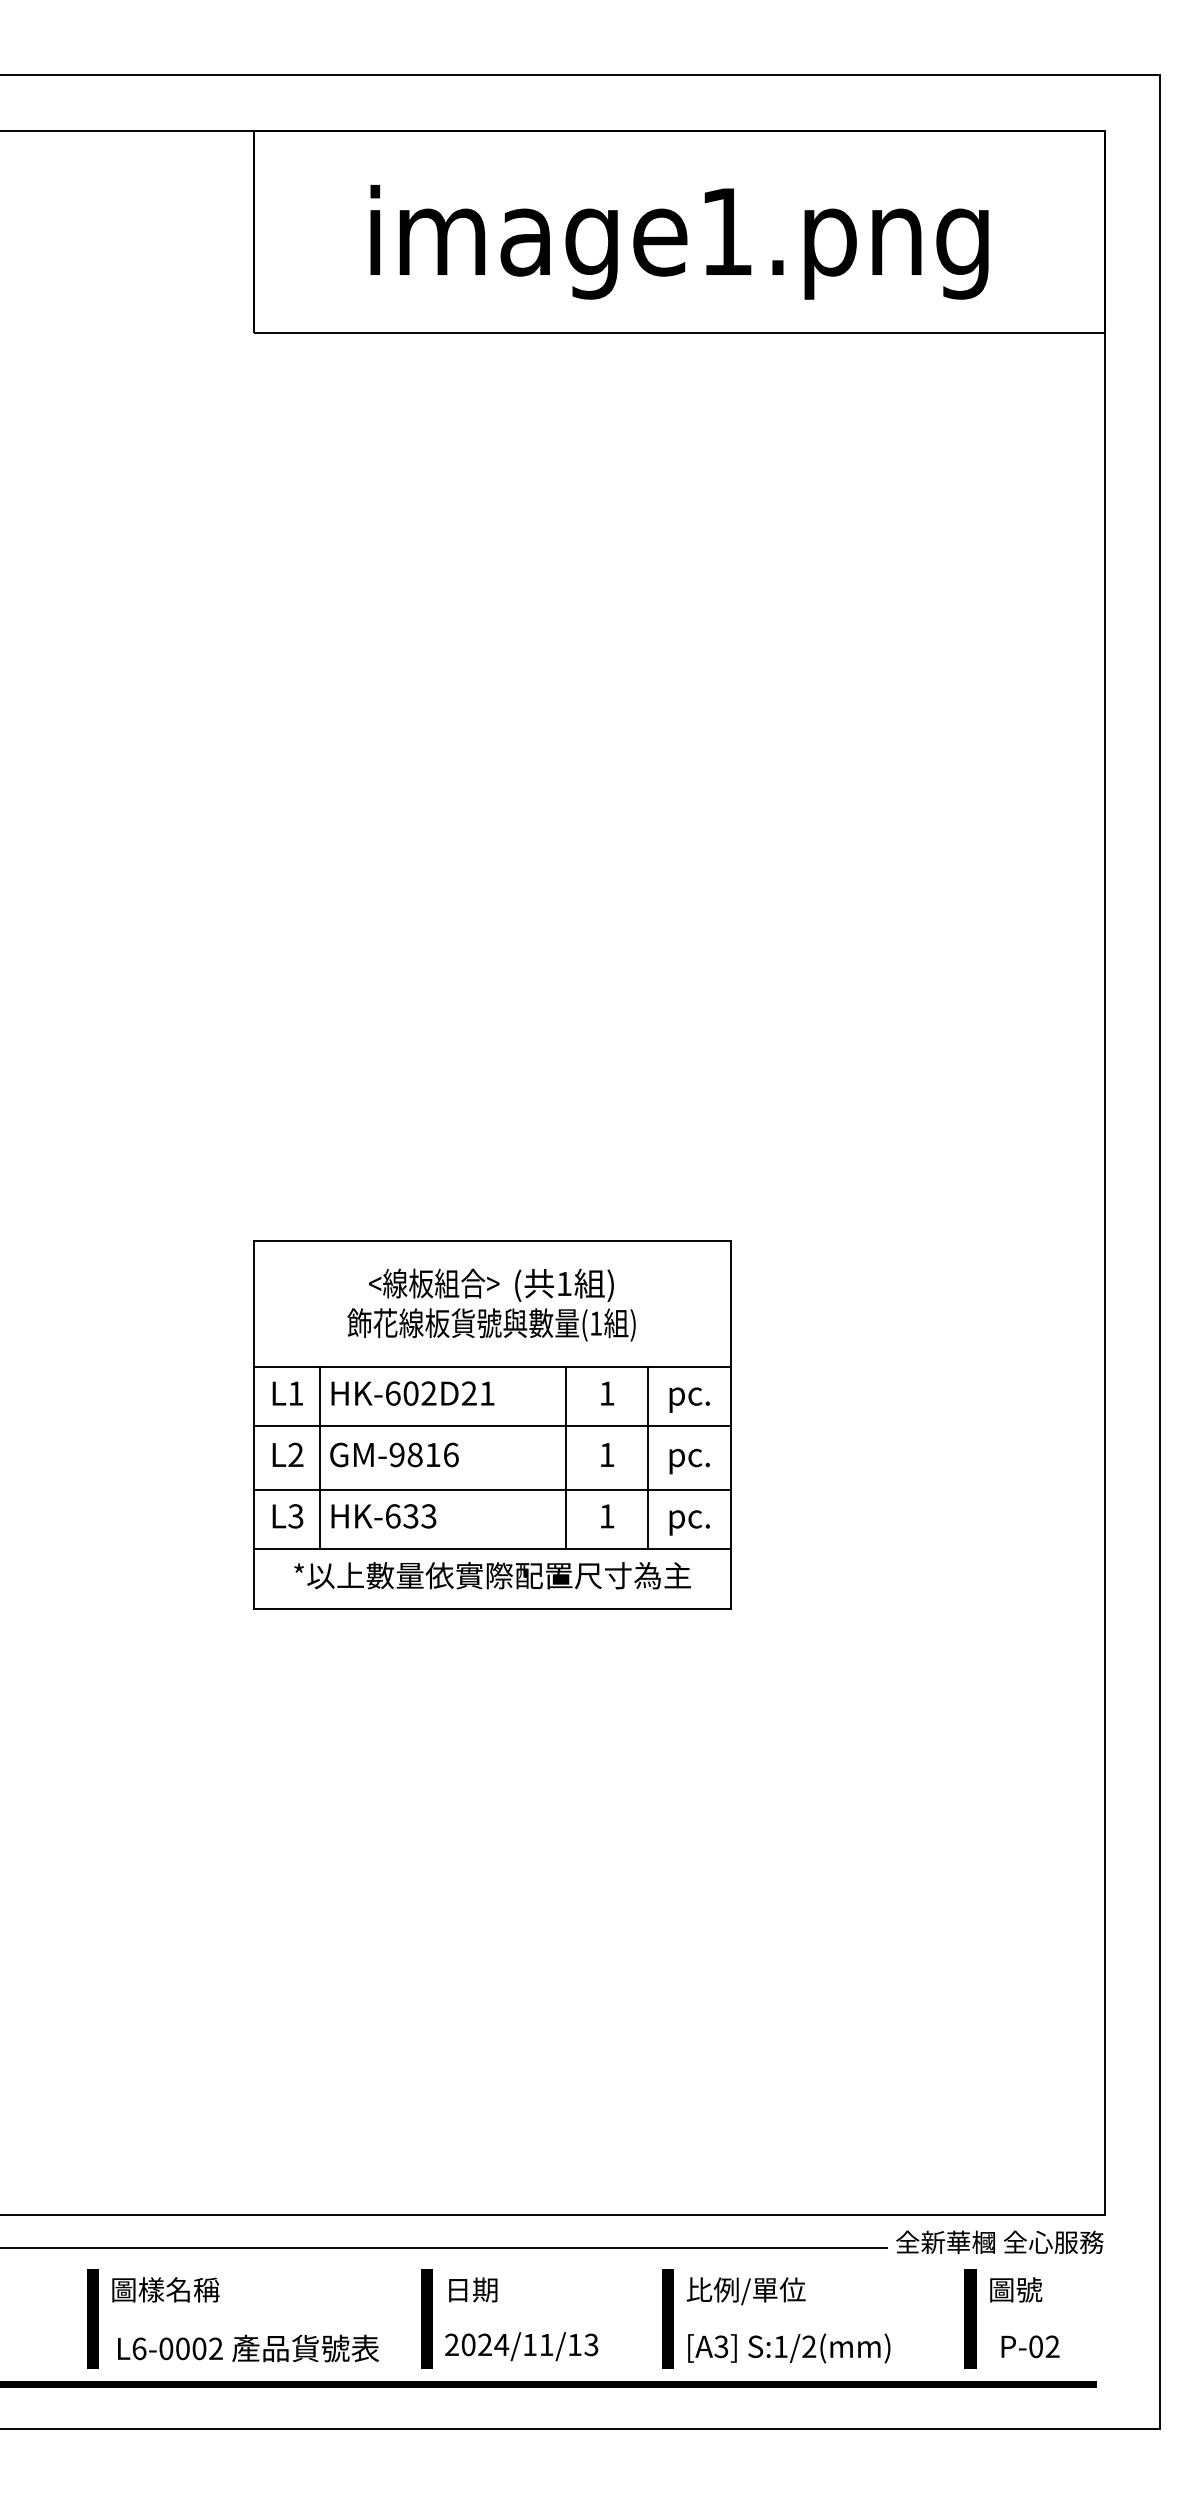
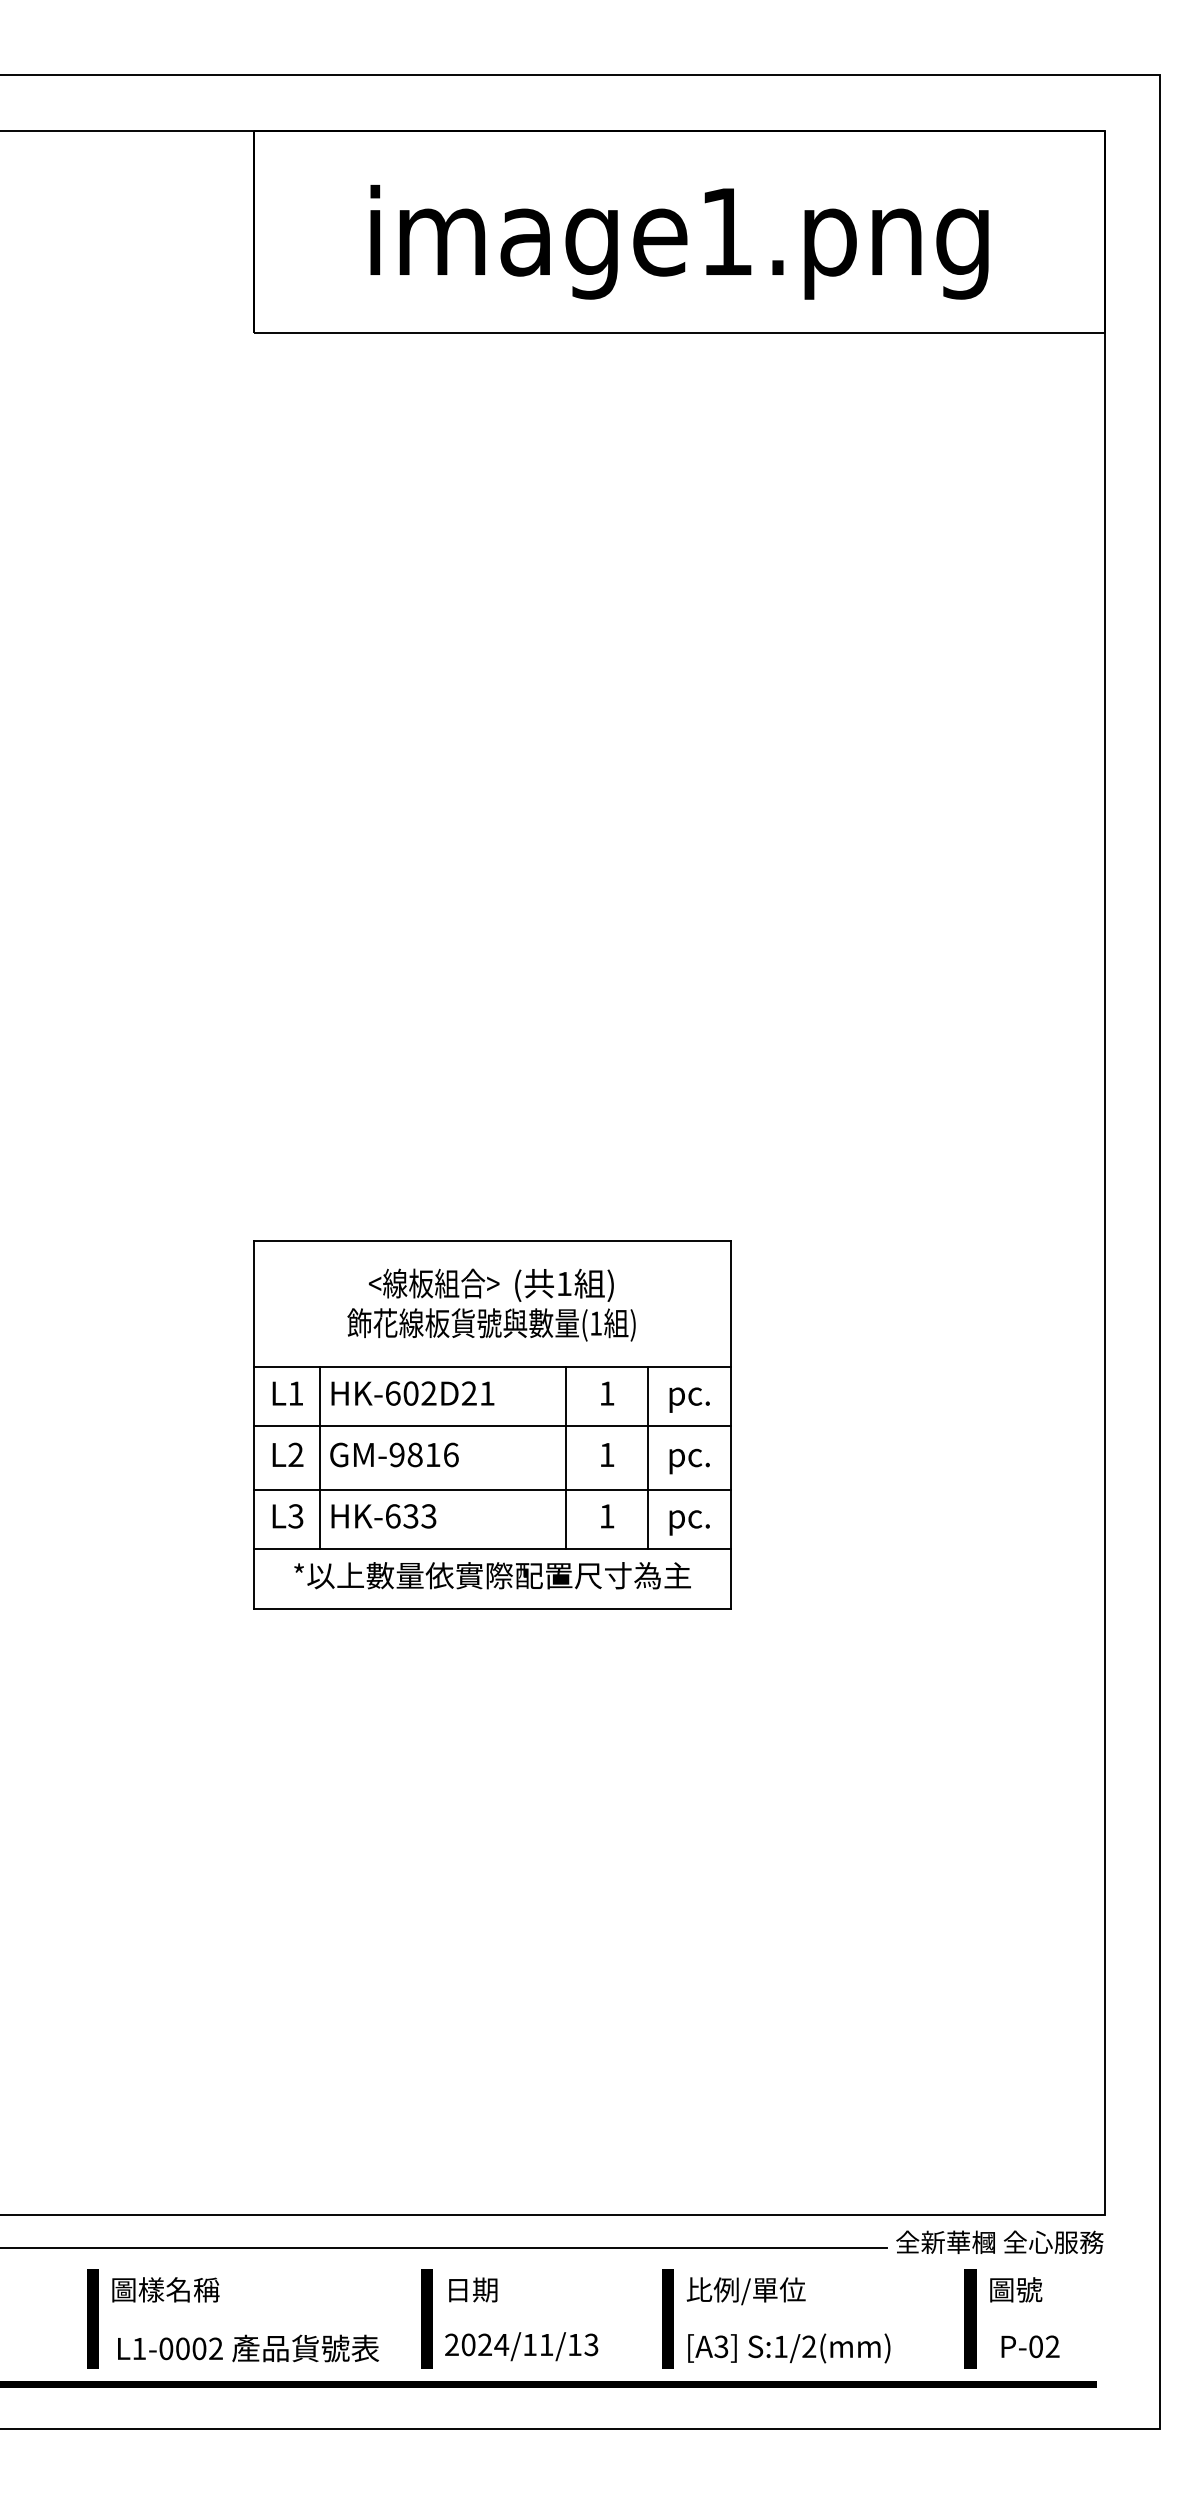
text at (139, 2348): L6-0002 -> L1-0002
